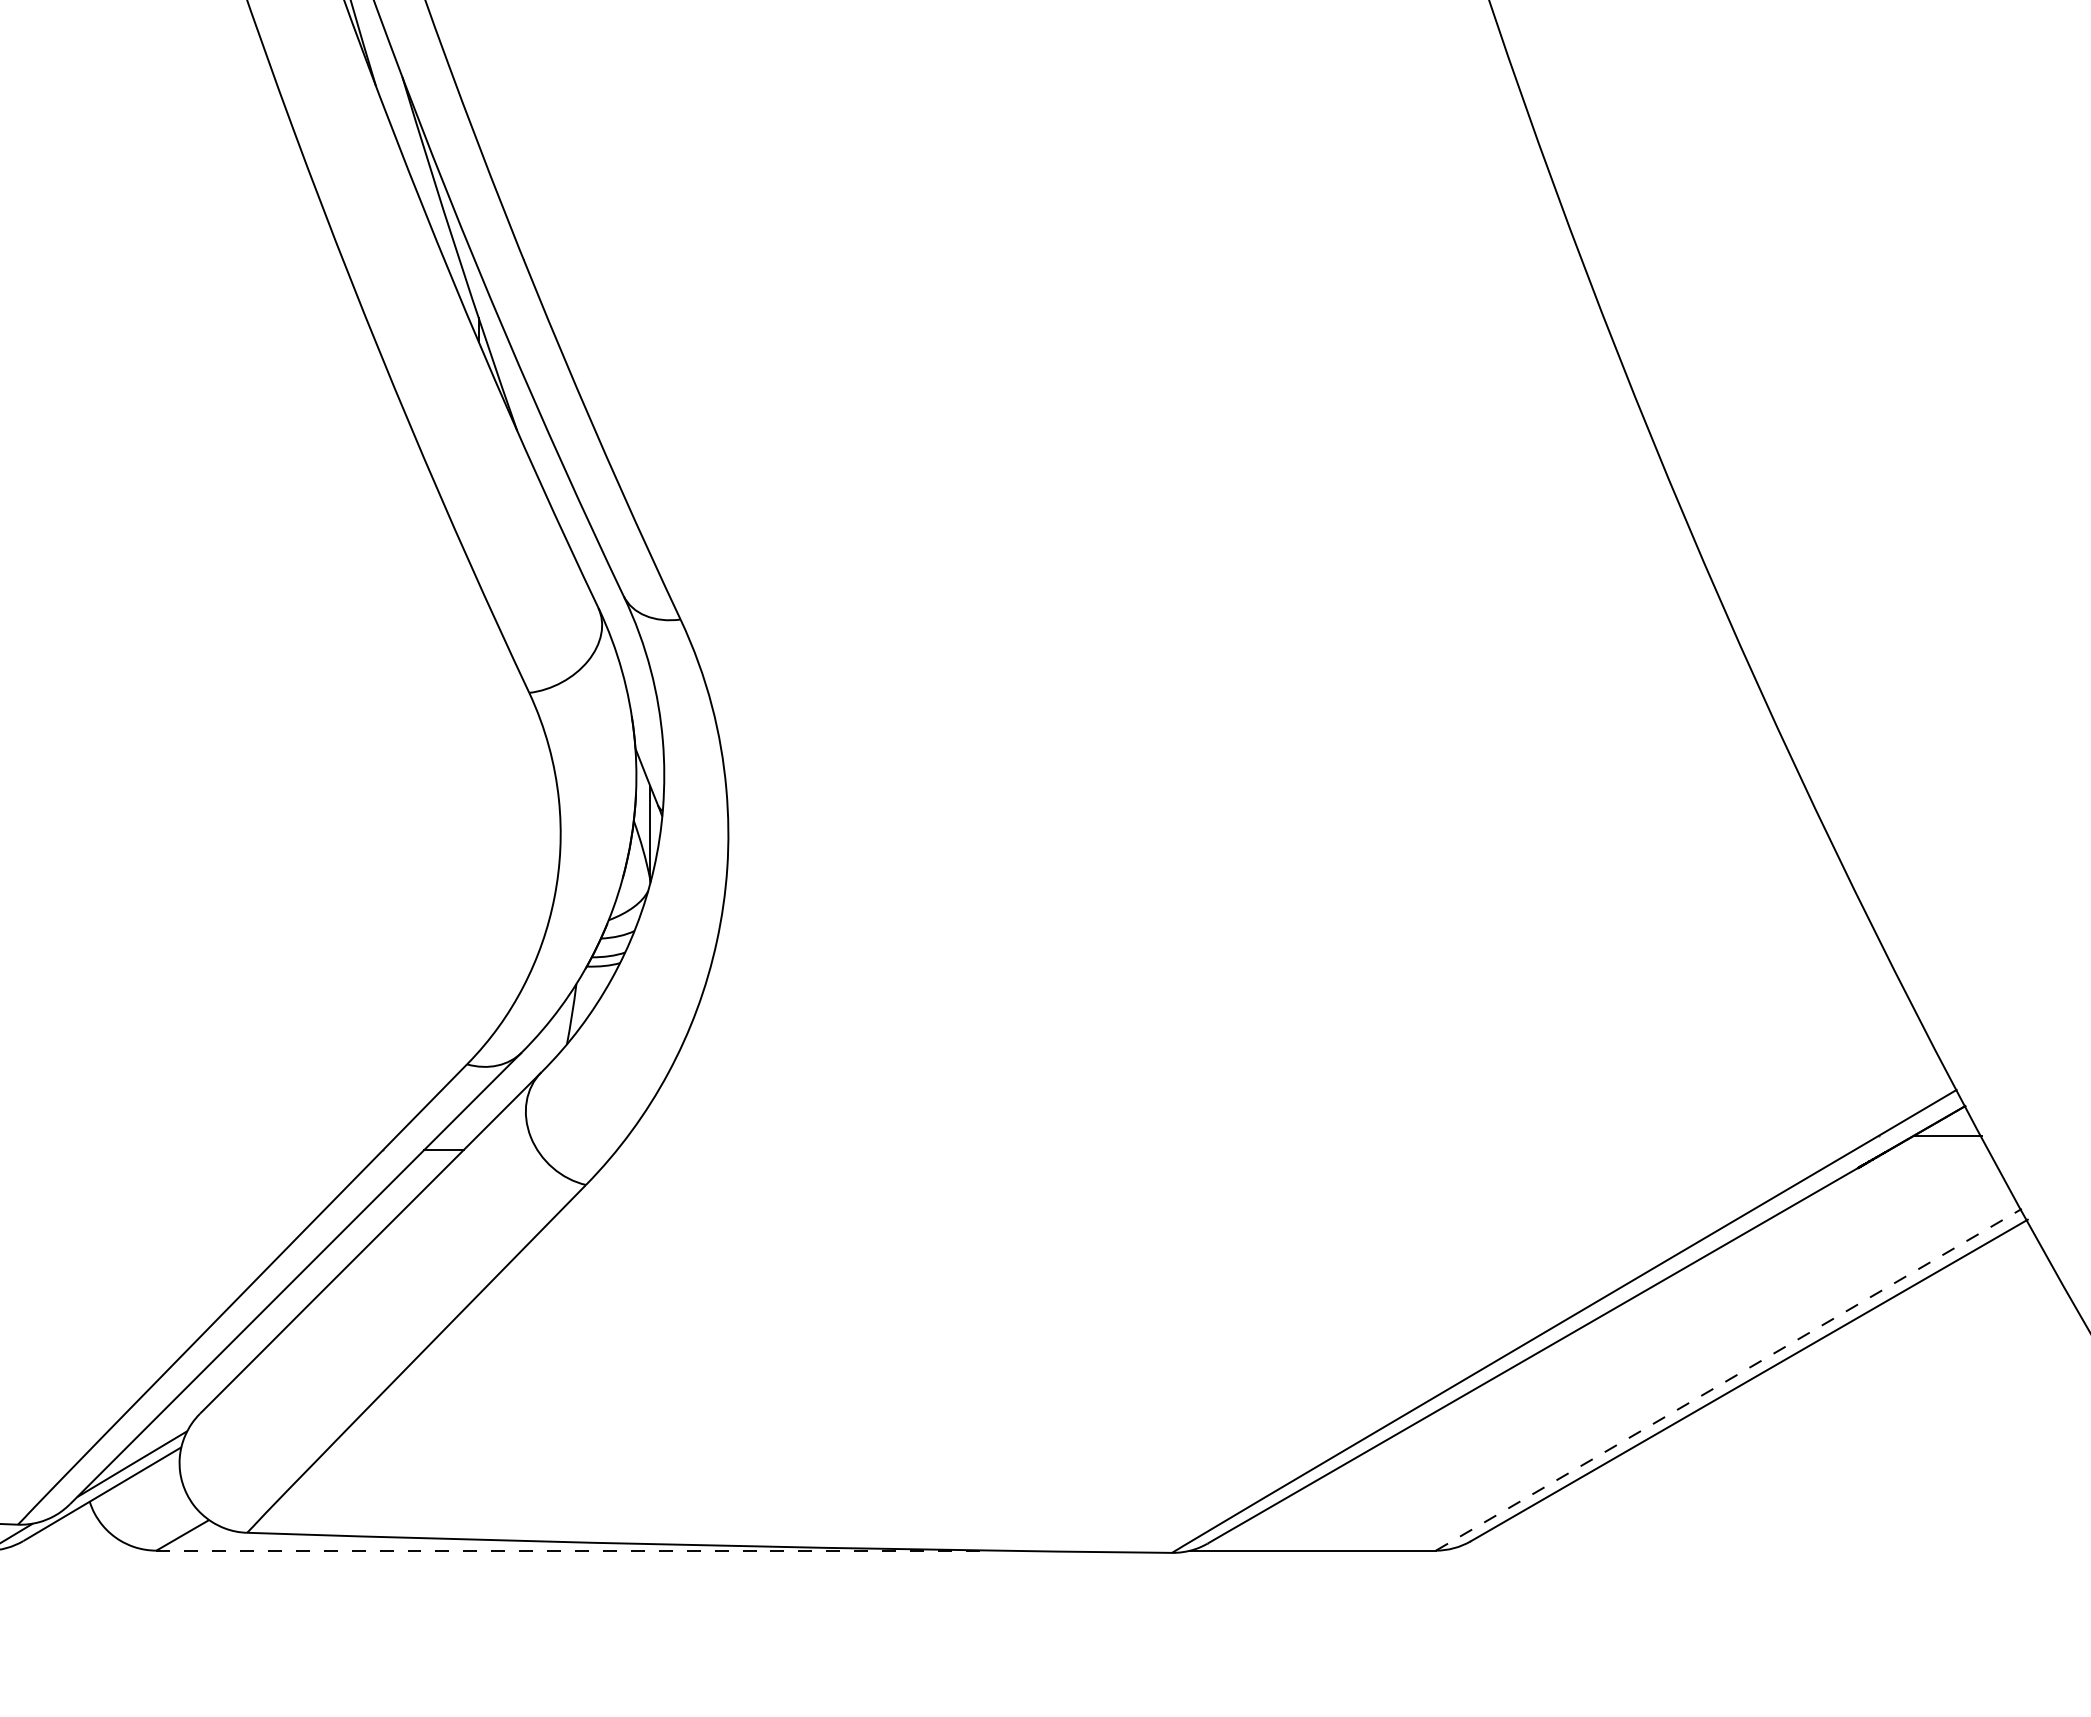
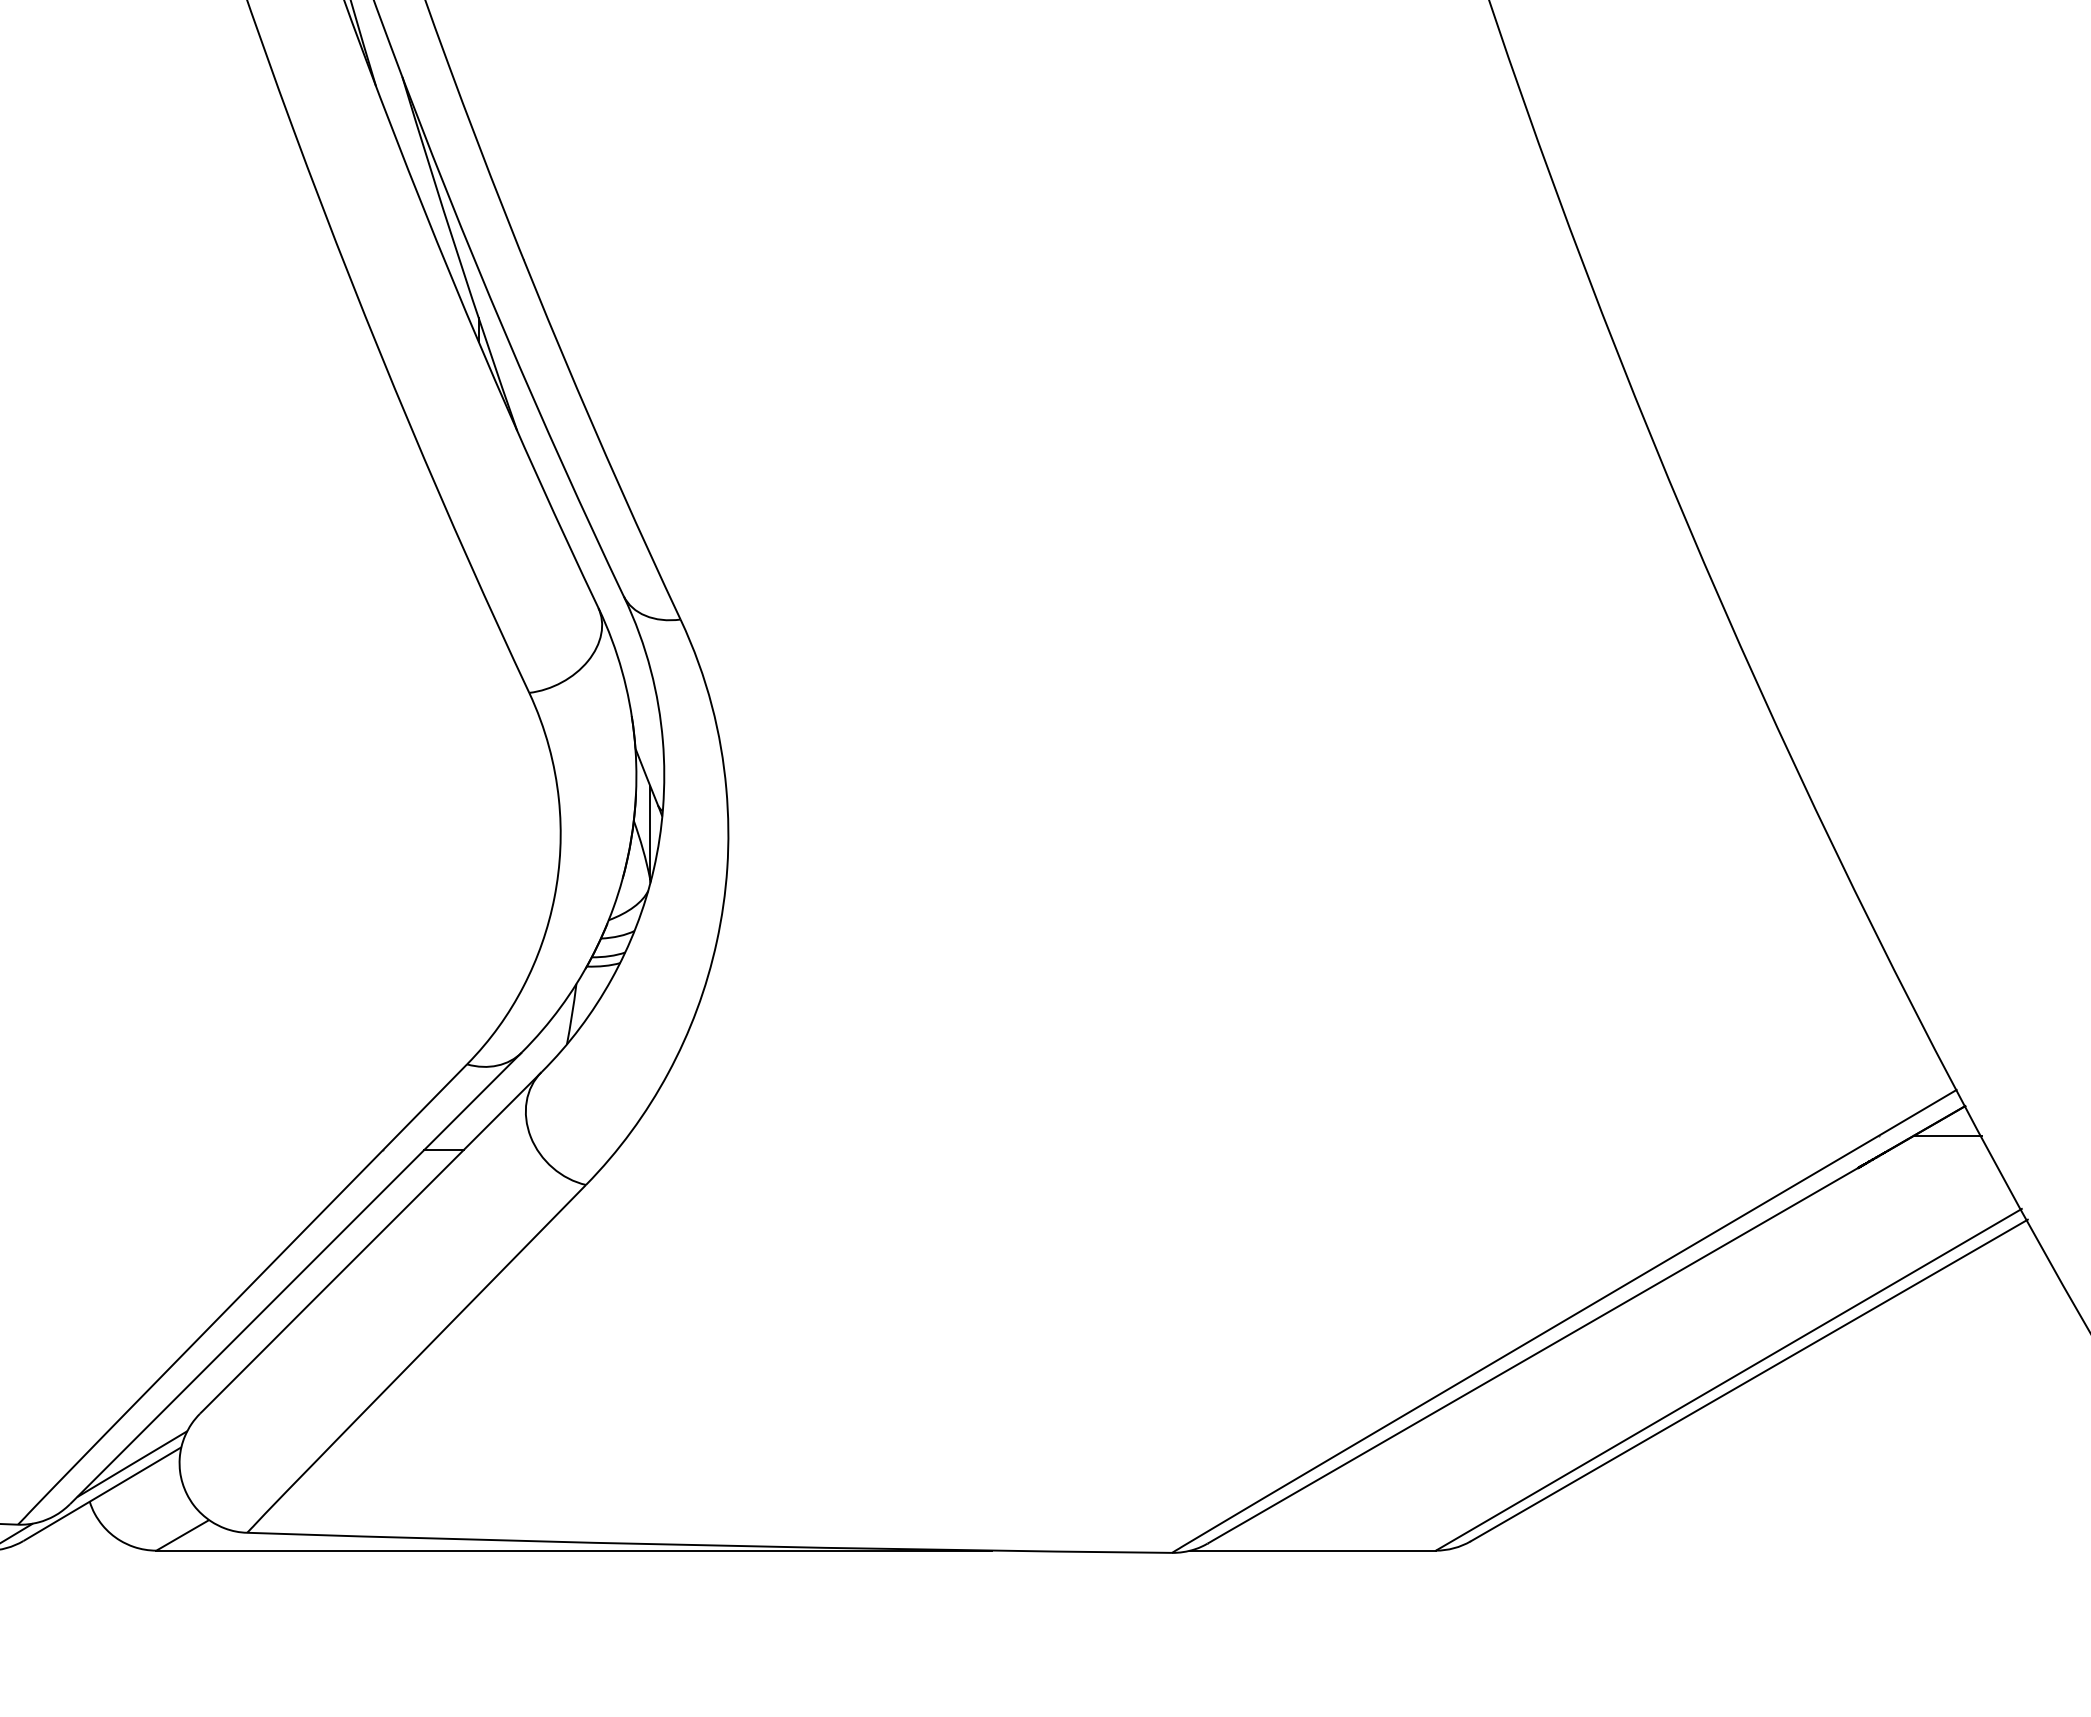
line at (1729, 1379): dashed -> solid
line at (574, 1550): dashed -> solid
